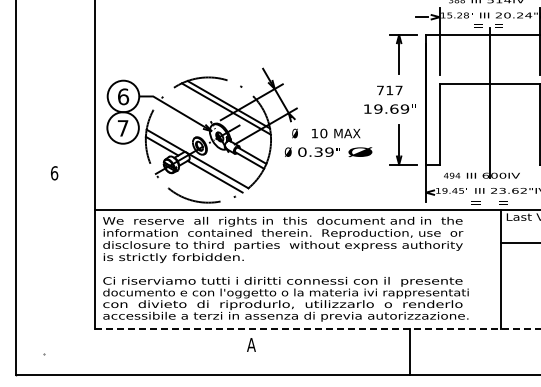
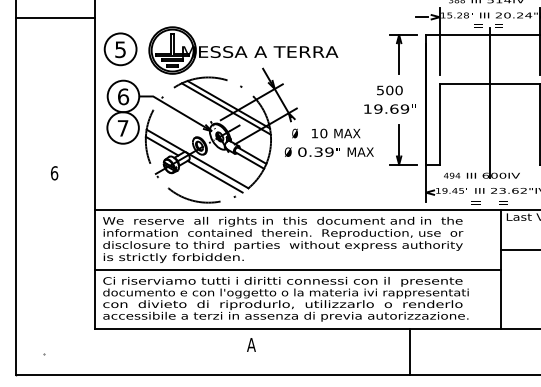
line at (55, 17): none -> present
part at (220, 50): none -> present
text at (389, 90): 717 -> 500
text at (360, 152): Ø -> MAX
line at (519, 242) position: (519, 242) -> (519, 249)
line at (298, 270): none -> present
line at (318, 328): dashed -> solid
